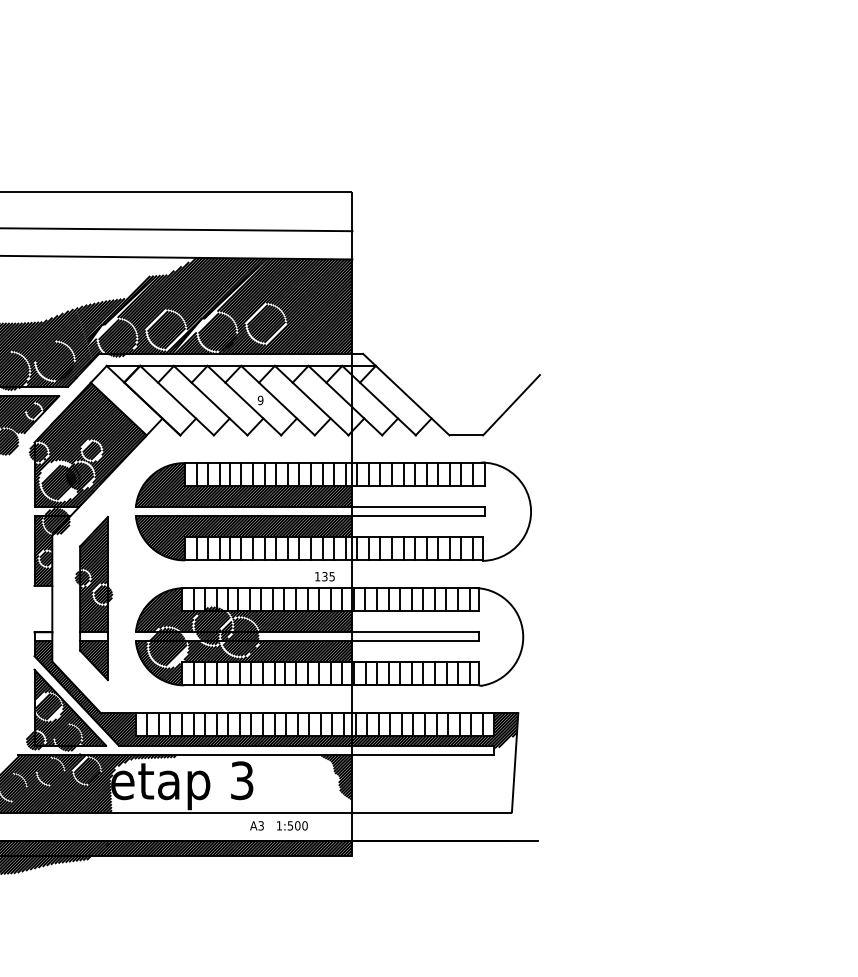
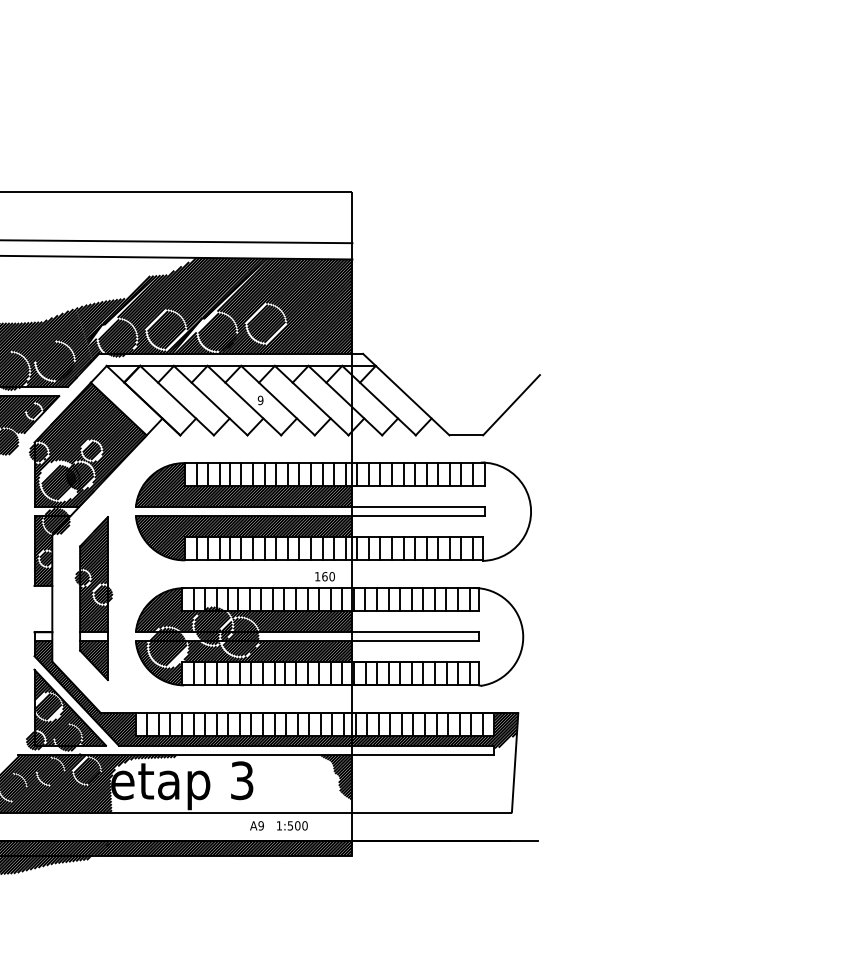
line at (177, 229) position: (177, 229) -> (177, 241)
text at (328, 576): 135 -> 160
text at (260, 825): A3 -> A9
